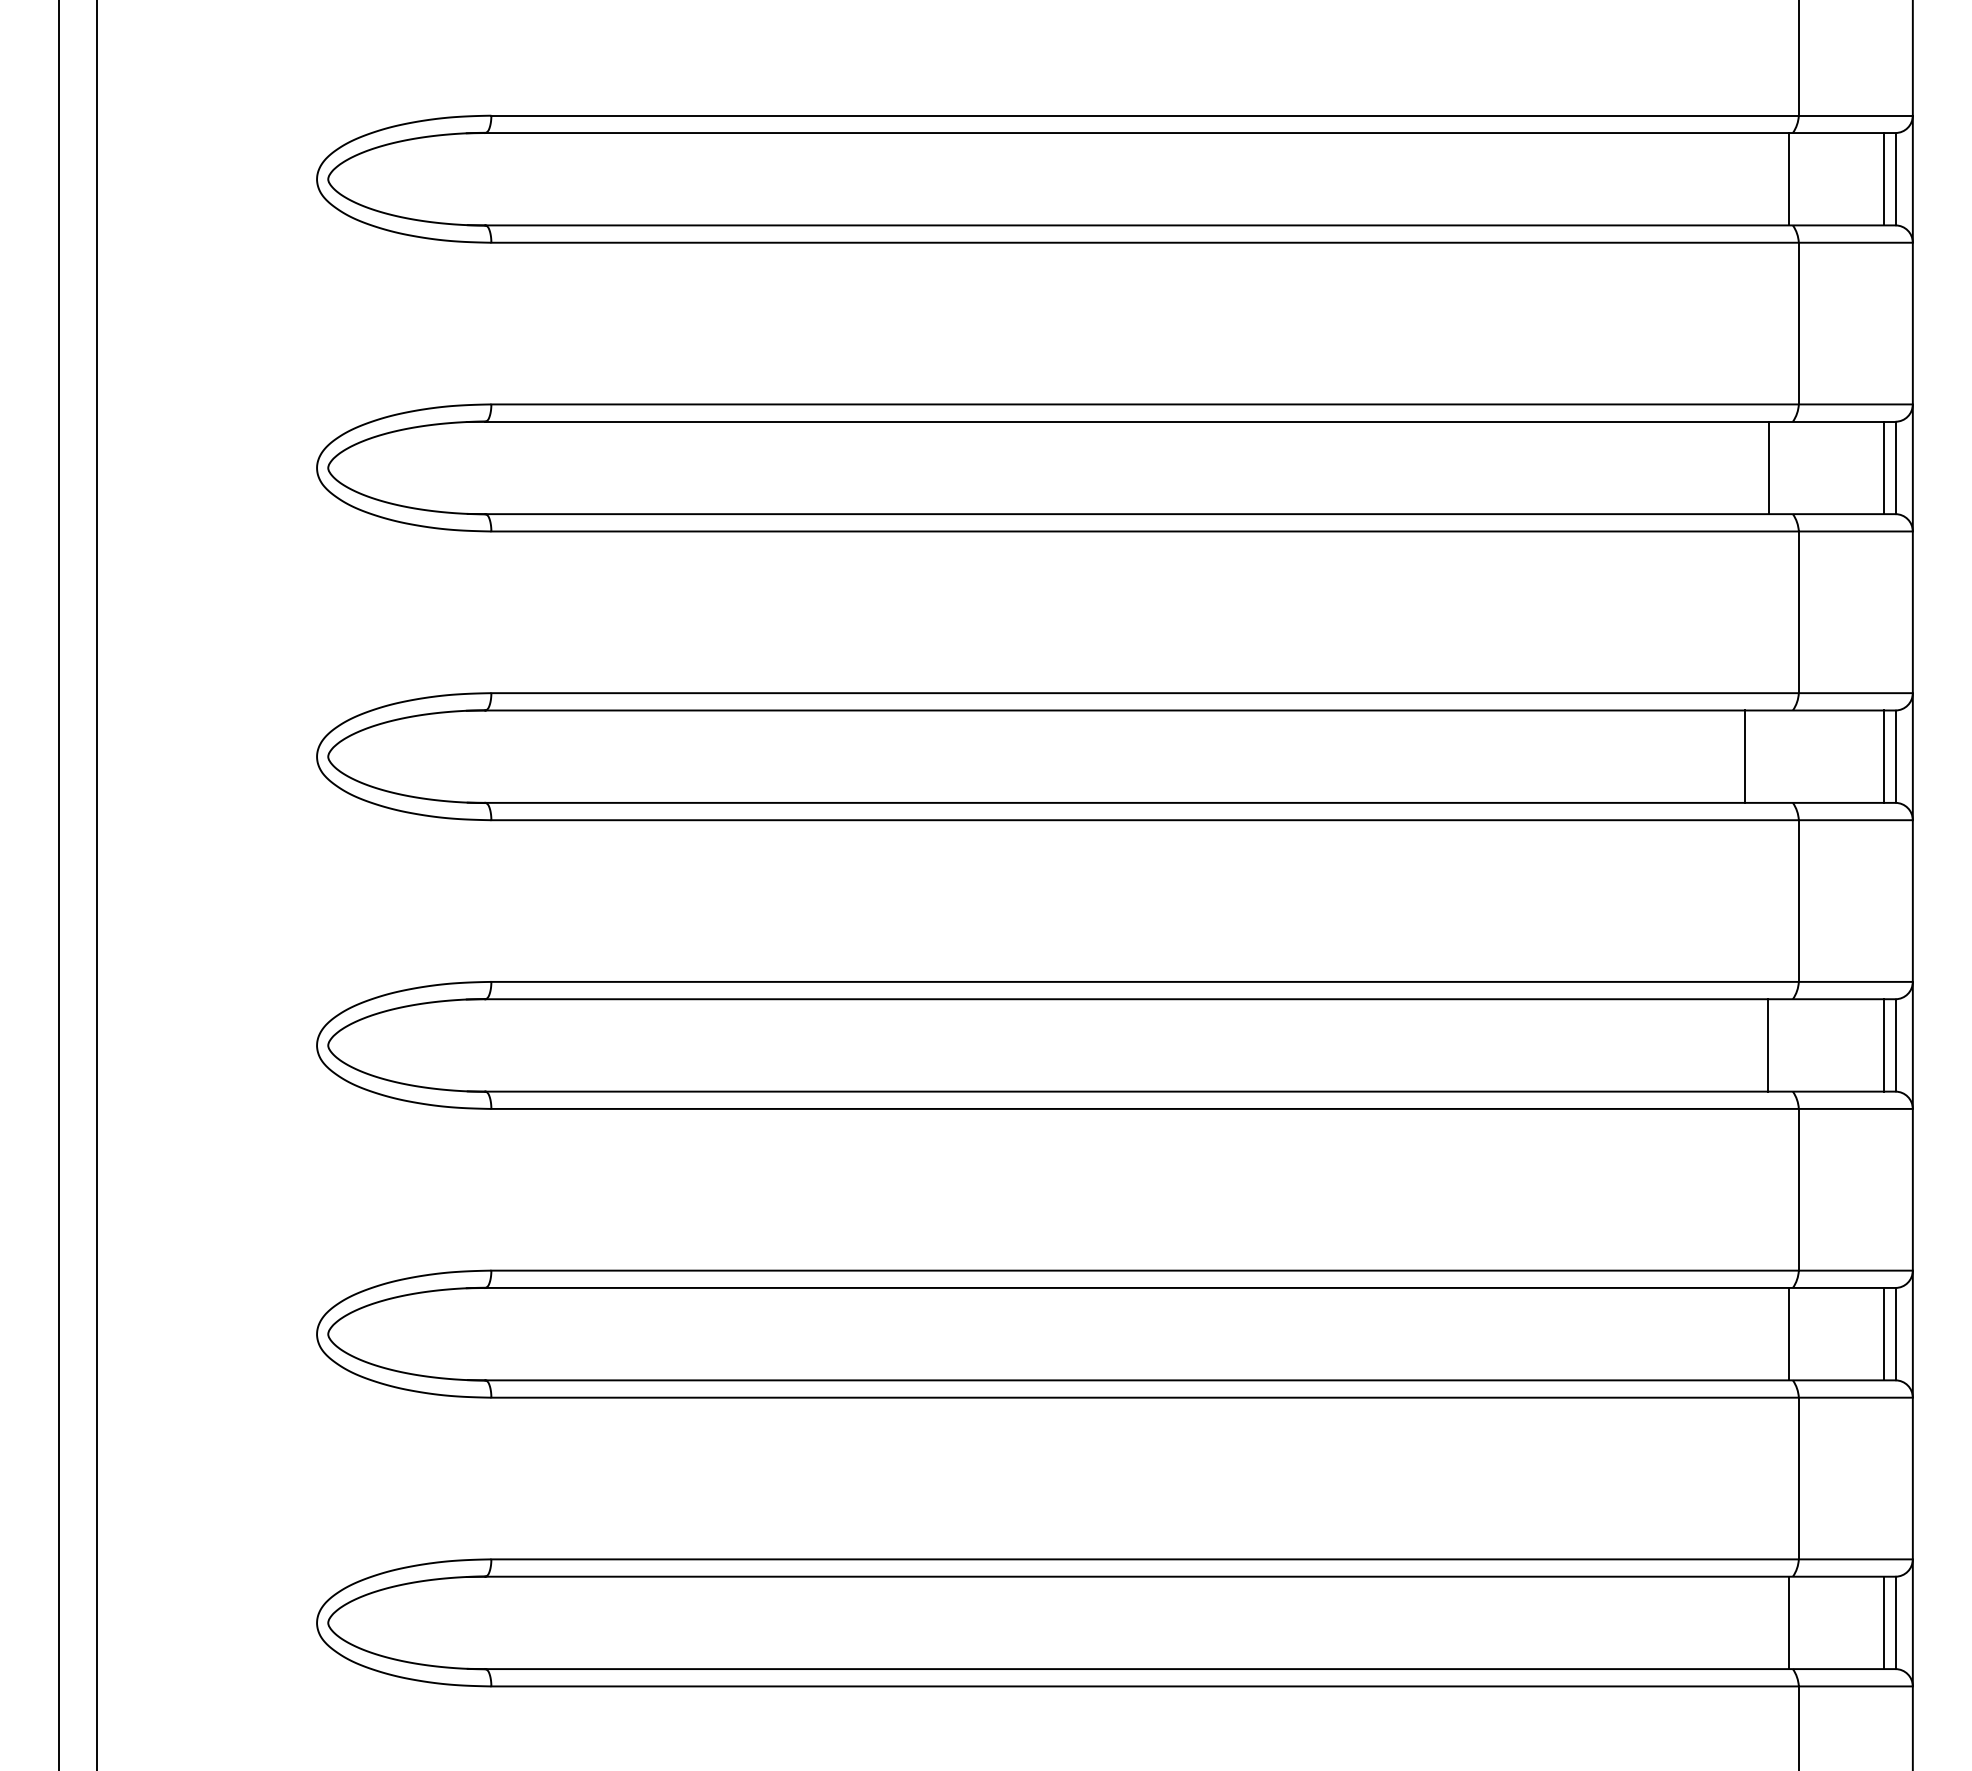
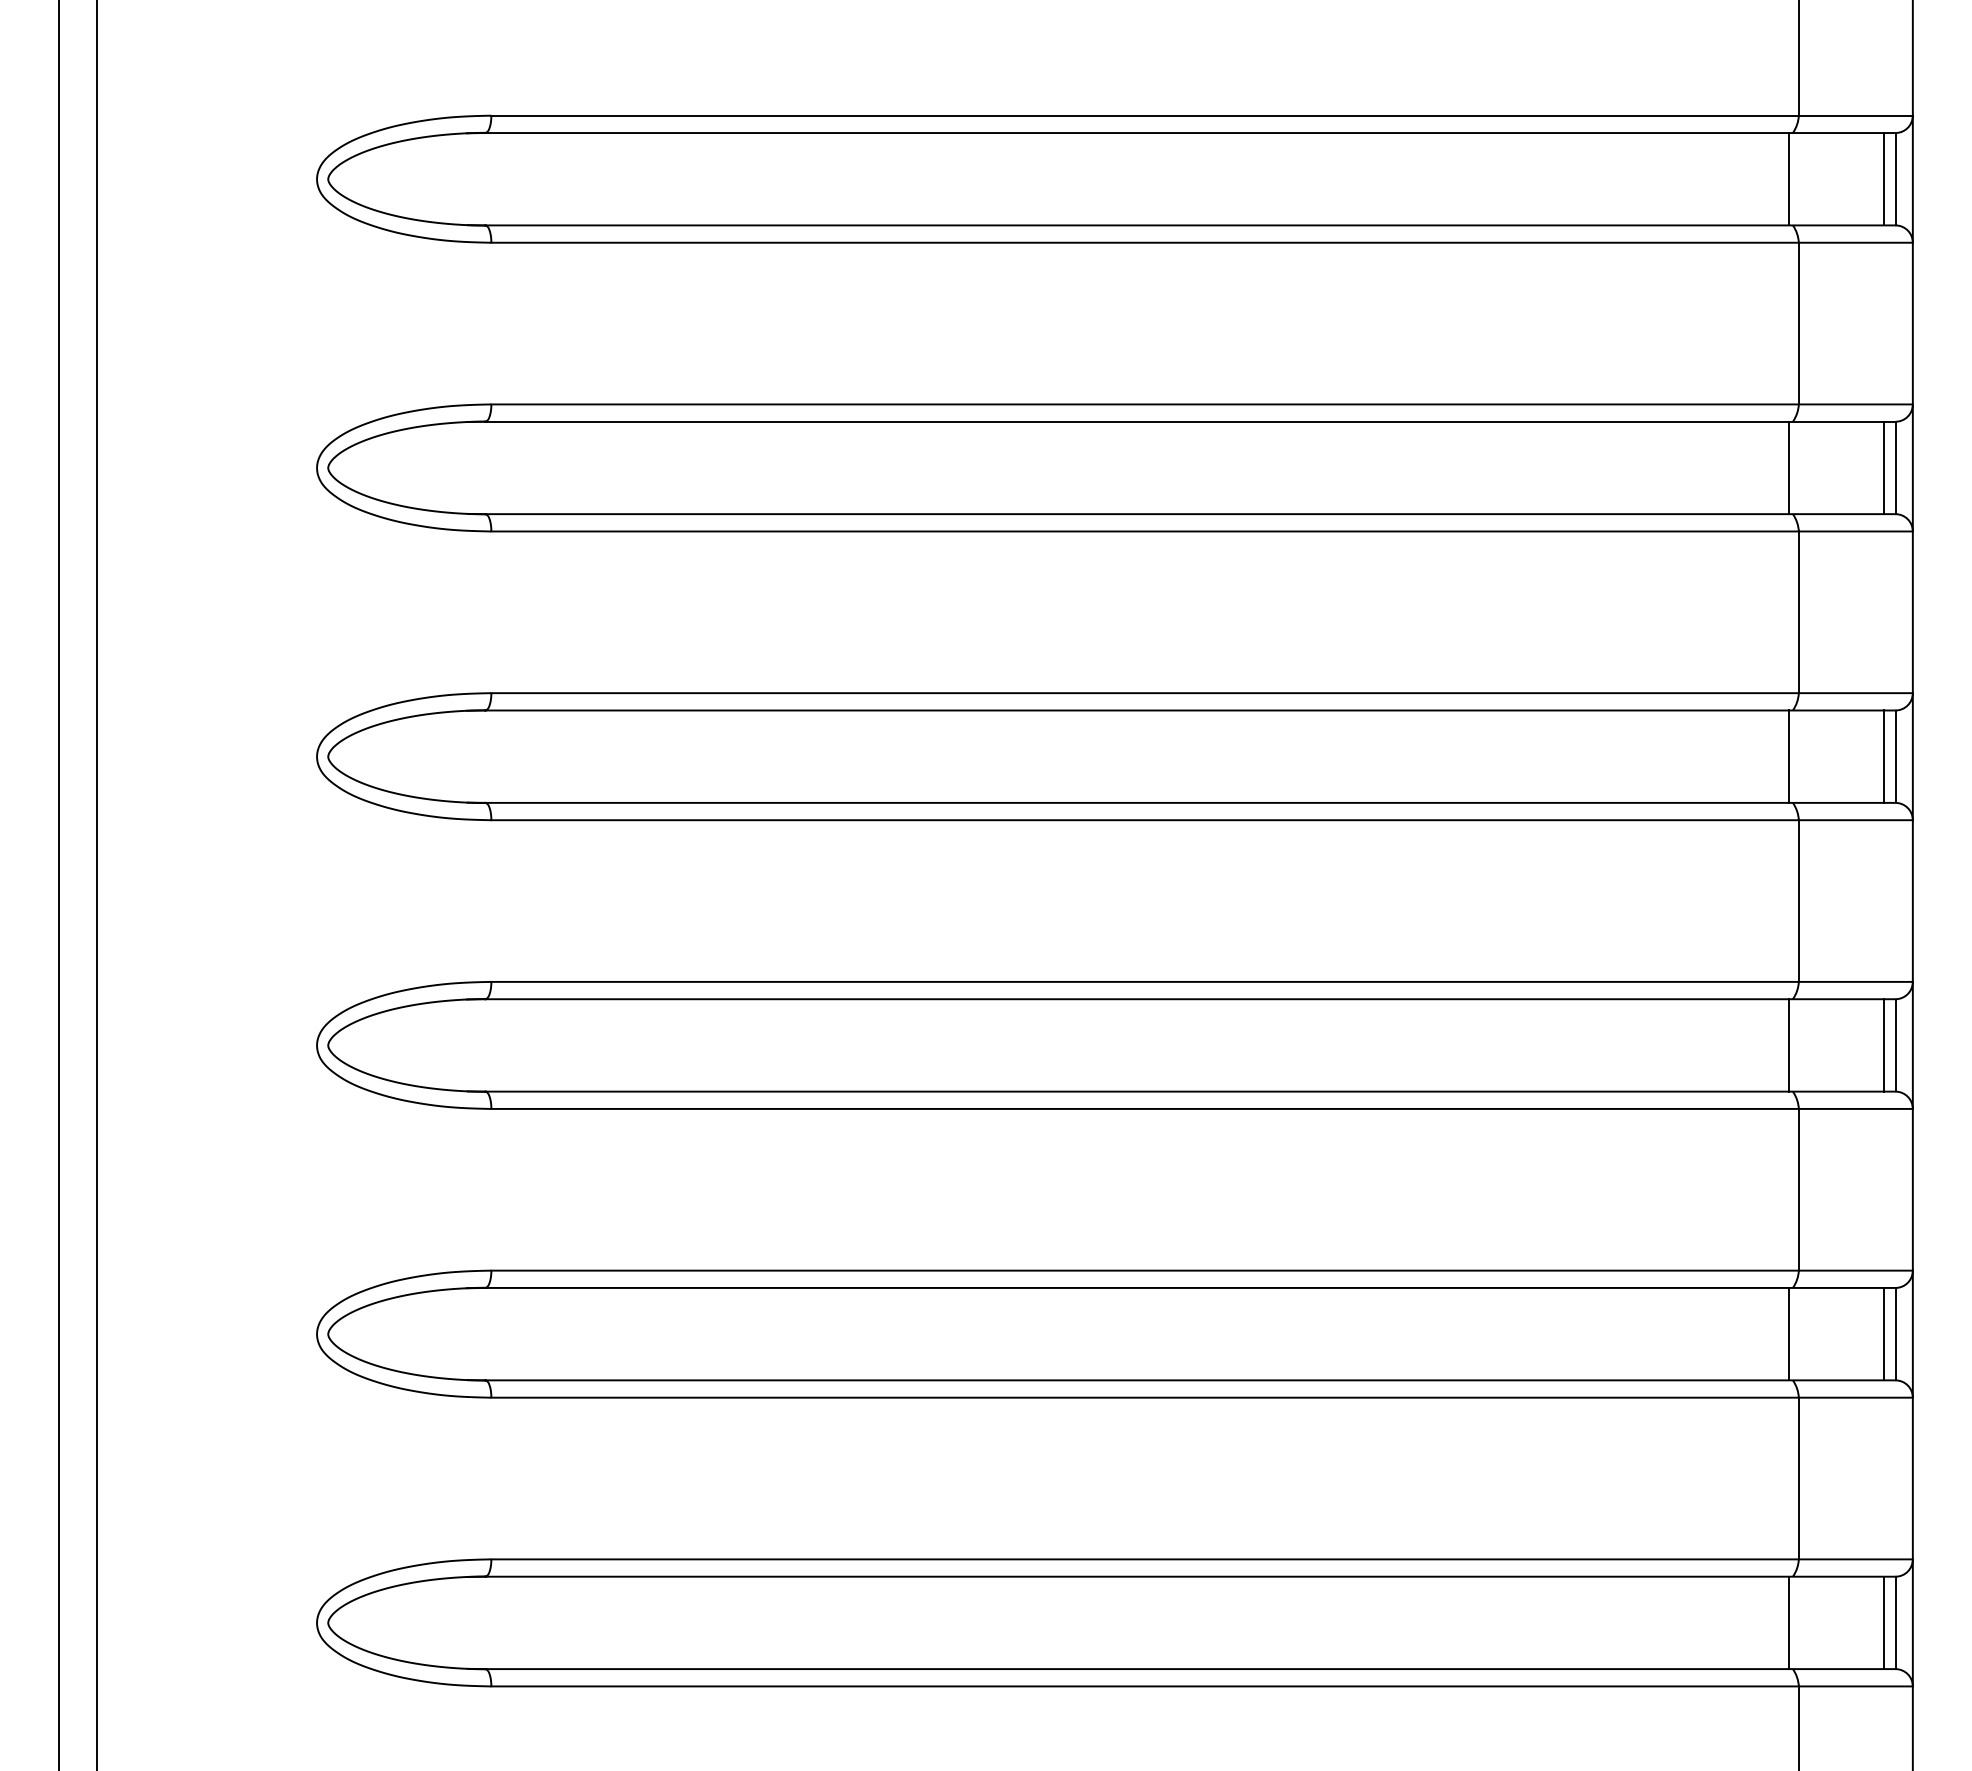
line at (1768, 467) position: (1768, 467) -> (1788, 467)
line at (1744, 756) position: (1744, 756) -> (1788, 756)
line at (1767, 1045) position: (1767, 1045) -> (1788, 1045)
